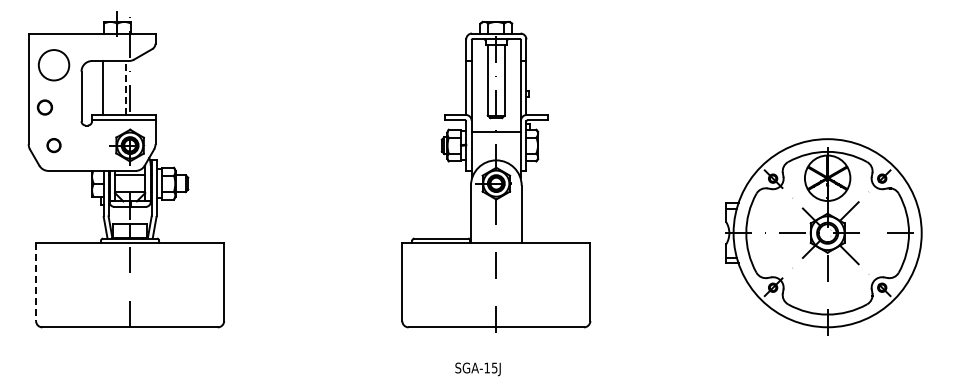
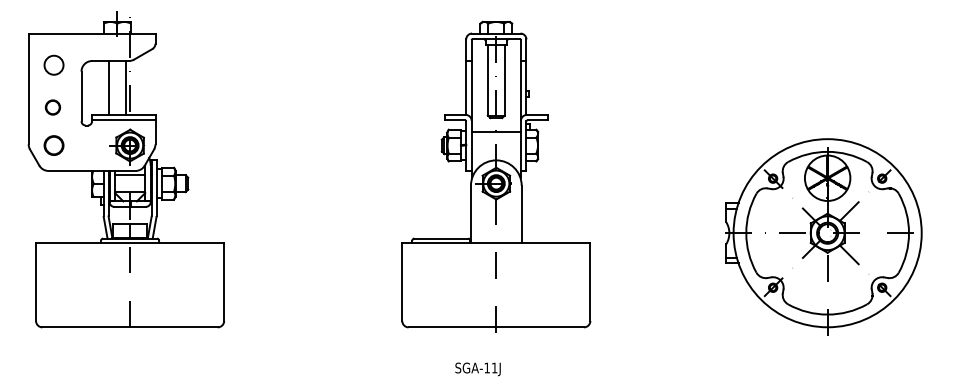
circle at (53, 65) diameter: 30 px -> 19 px
line at (103, 87) position: (103, 87) -> (109, 87)
line at (125, 87): dashed -> solid
circle at (44, 107) position: (44, 107) -> (52, 107)
circle at (53, 145) size: 16x16 px -> 22x21 px
line at (36, 282): dashed -> solid
text at (494, 367): SGA-15J -> SGA-11J
